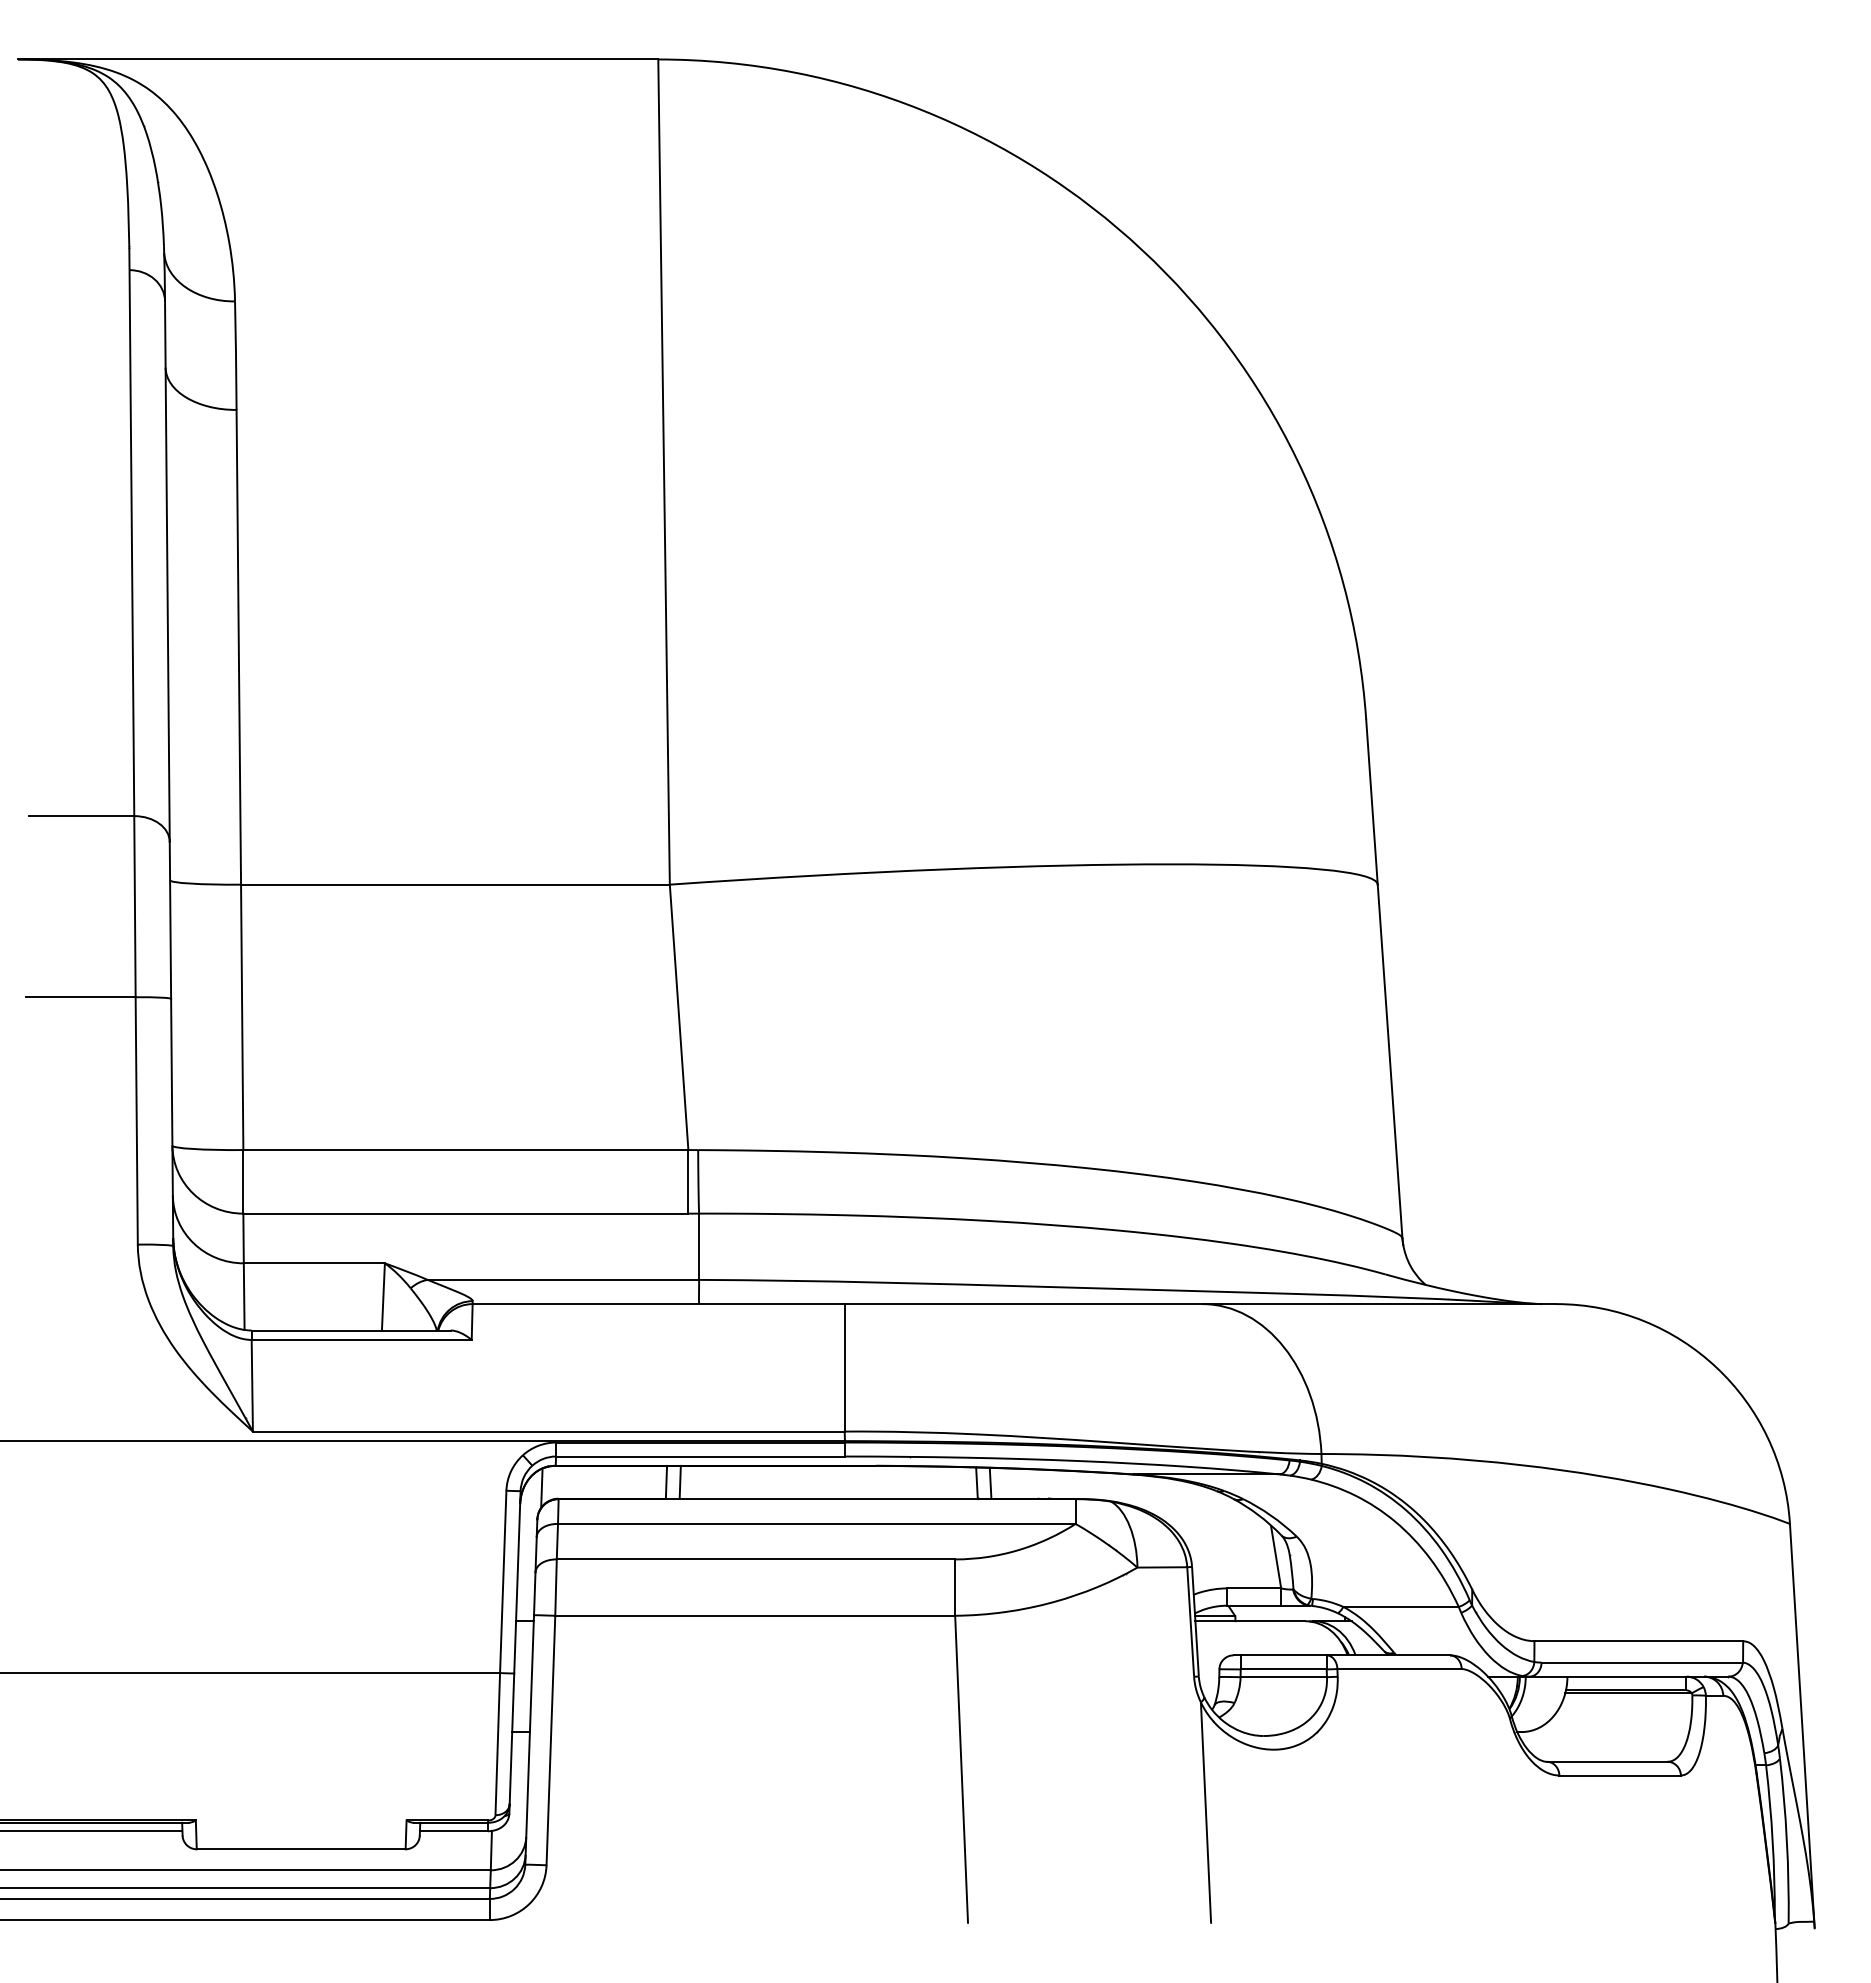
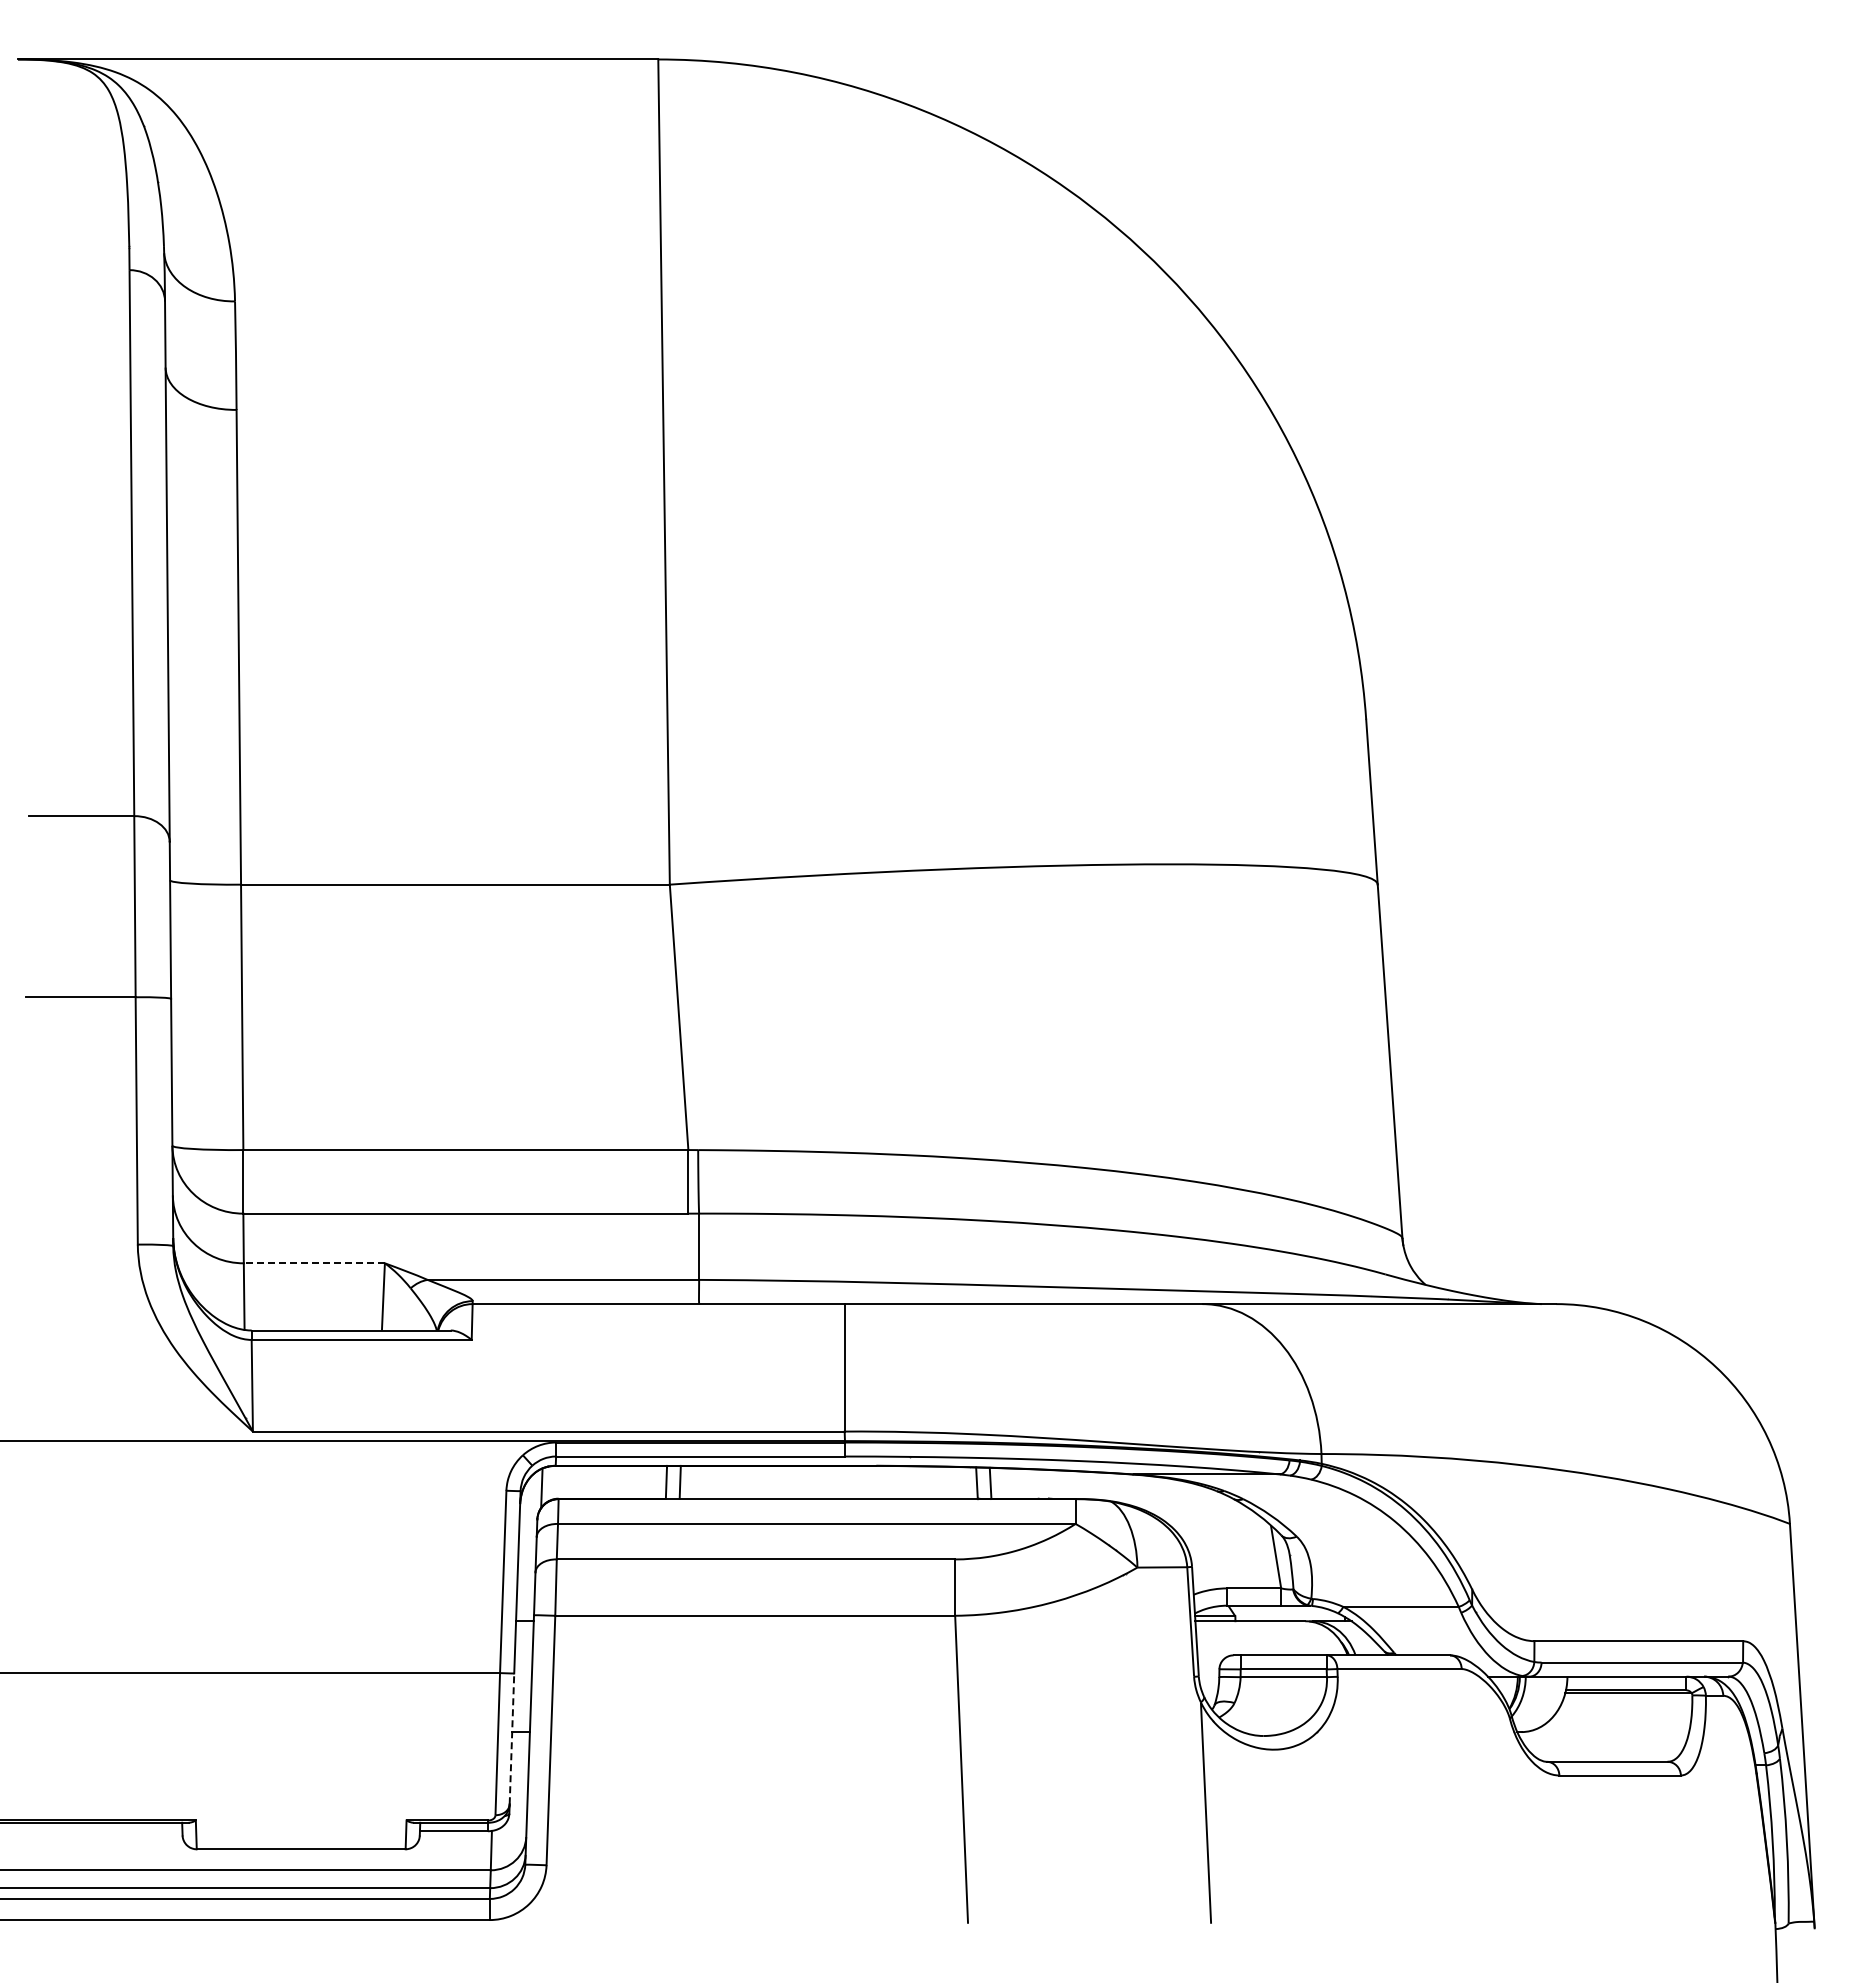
line at (314, 1263): solid -> dashed
line at (511, 1738): solid -> dashed
line at (92, 1831): present -> none
